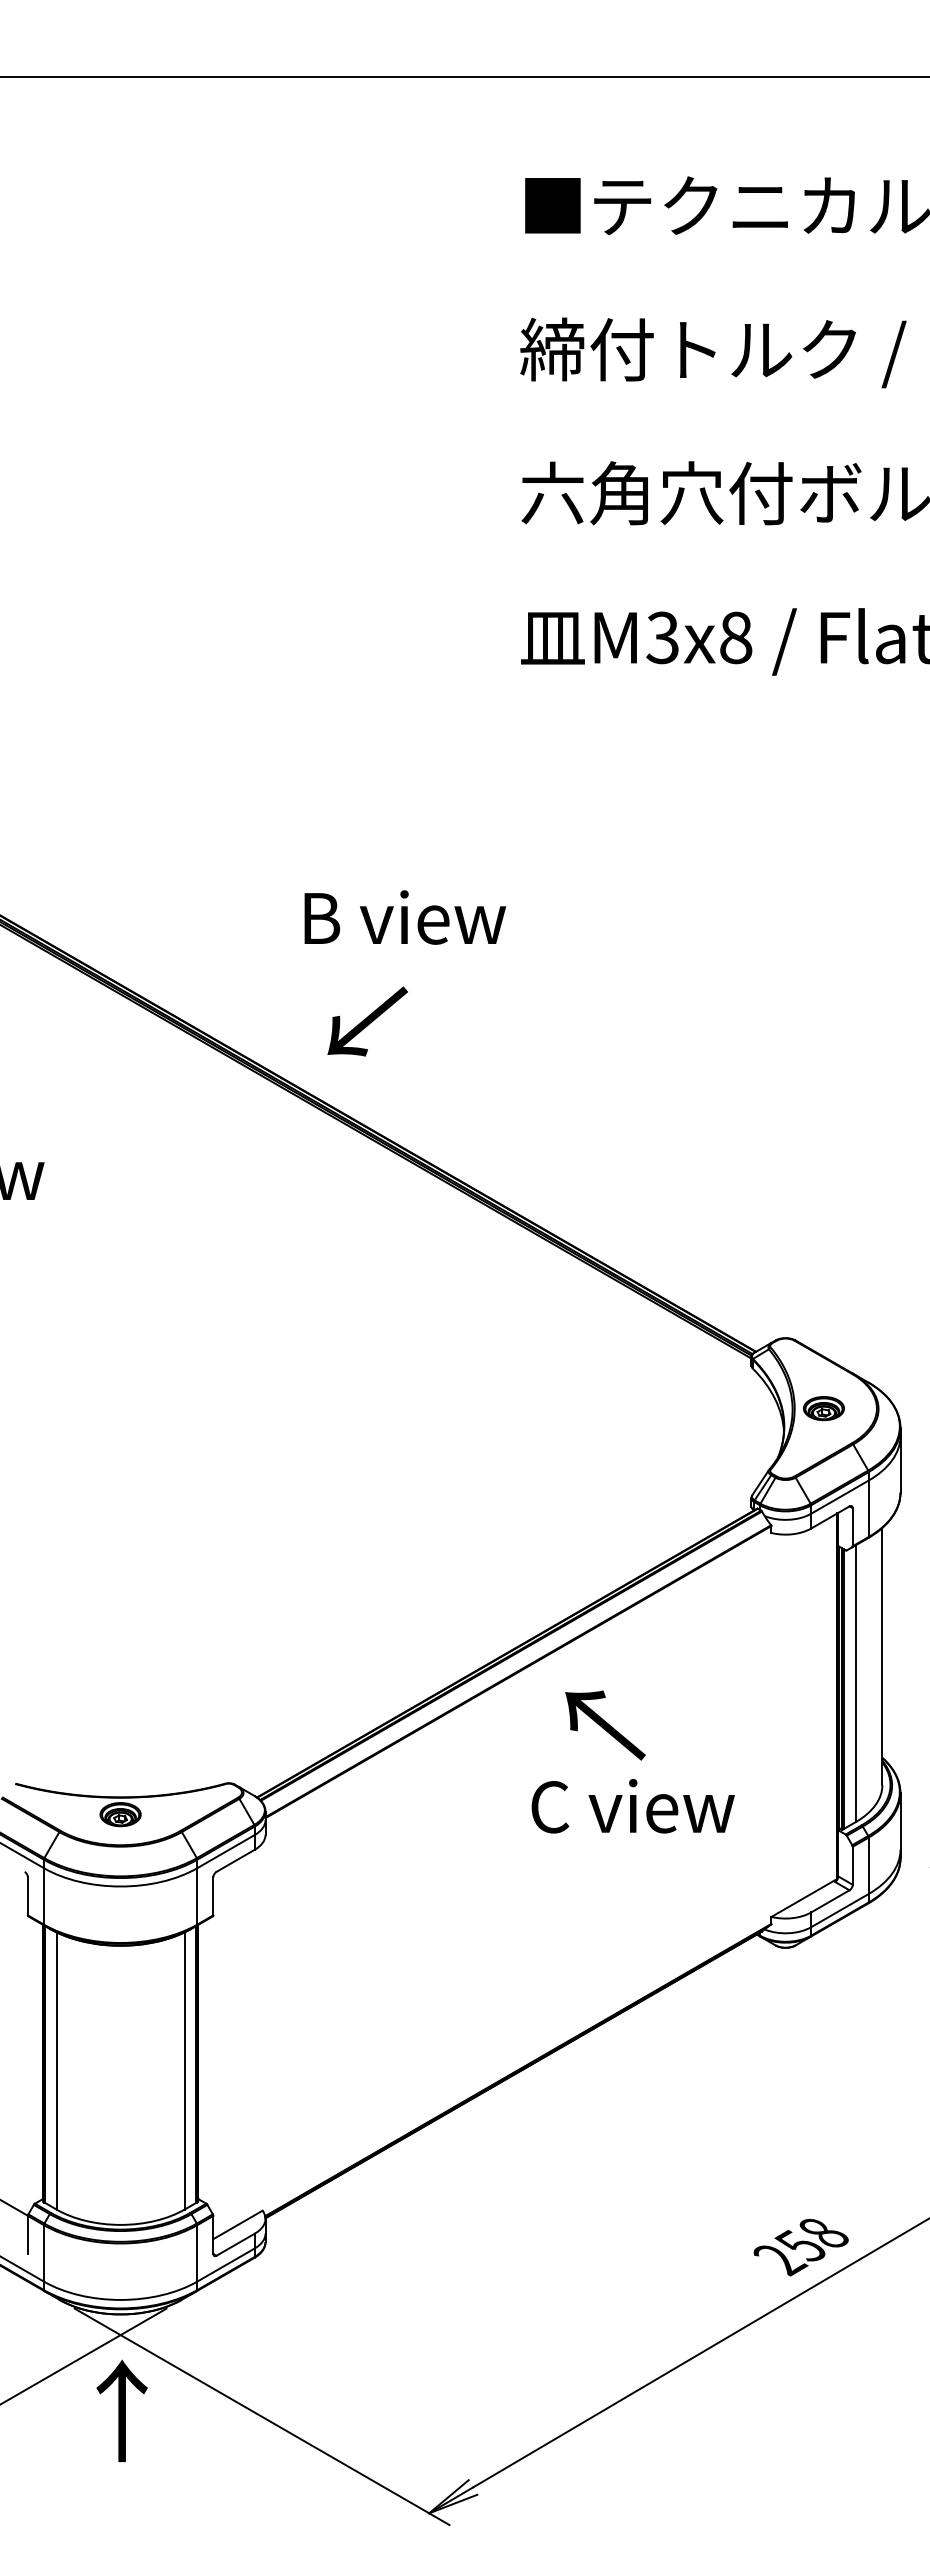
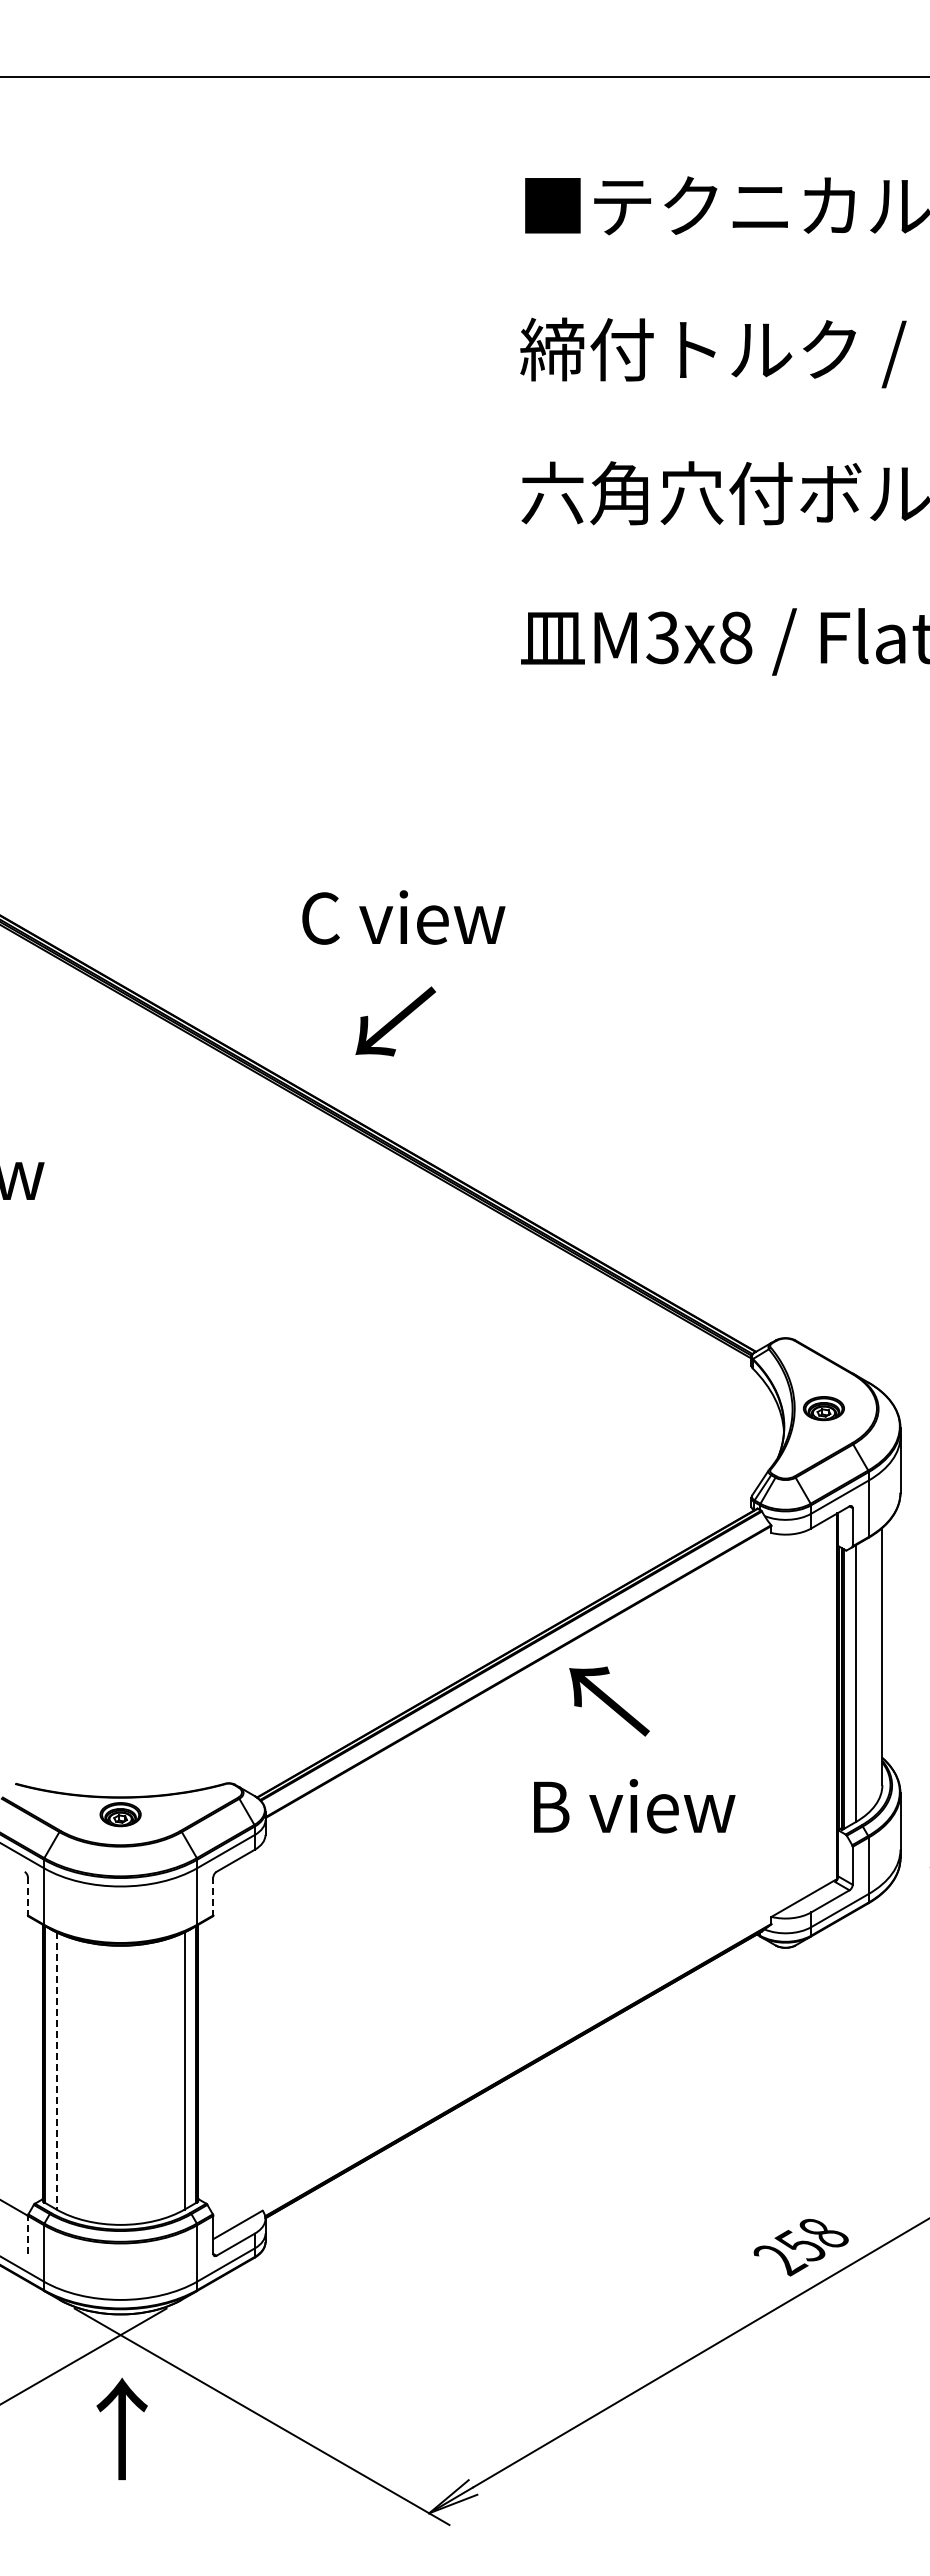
text at (404, 917): B view -> C view
text at (367, 1021) position: (367, 1021) -> (395, 1021)
text at (605, 1725) position: (605, 1725) -> (609, 1701)
text at (633, 1806): C view -> B view
line at (27, 1896): solid -> dashed
line at (213, 1896): solid -> dashed
line at (56, 2071): solid -> dashed
line at (27, 2234): solid -> dashed
text at (121, 2410) position: (121, 2410) -> (121, 2428)
